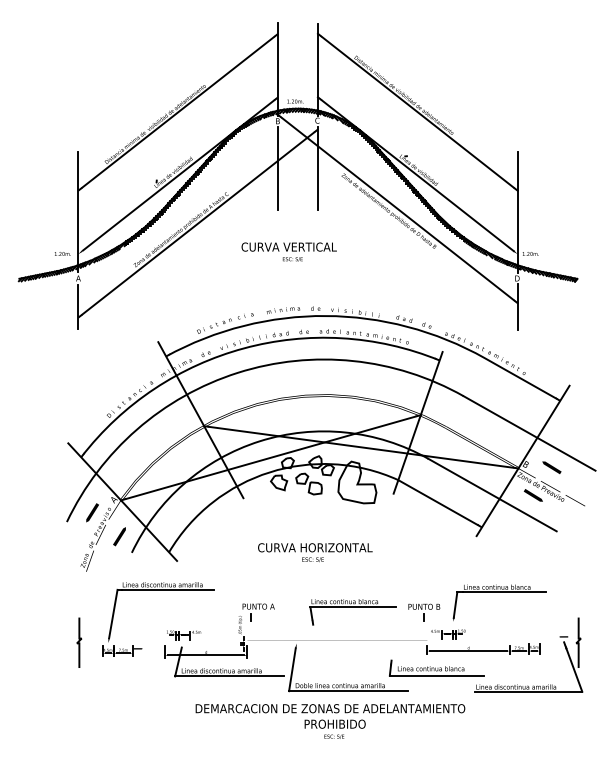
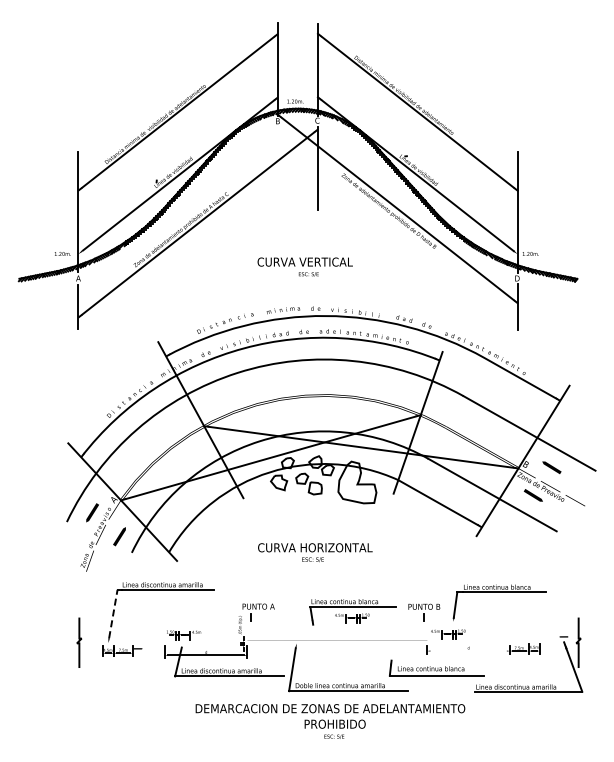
line at (278, 168): present -> none
text at (288, 251) position: (288, 251) -> (304, 266)
line at (113, 613): solid -> dashed
part at (352, 618): none -> present
line at (468, 651): present -> none
